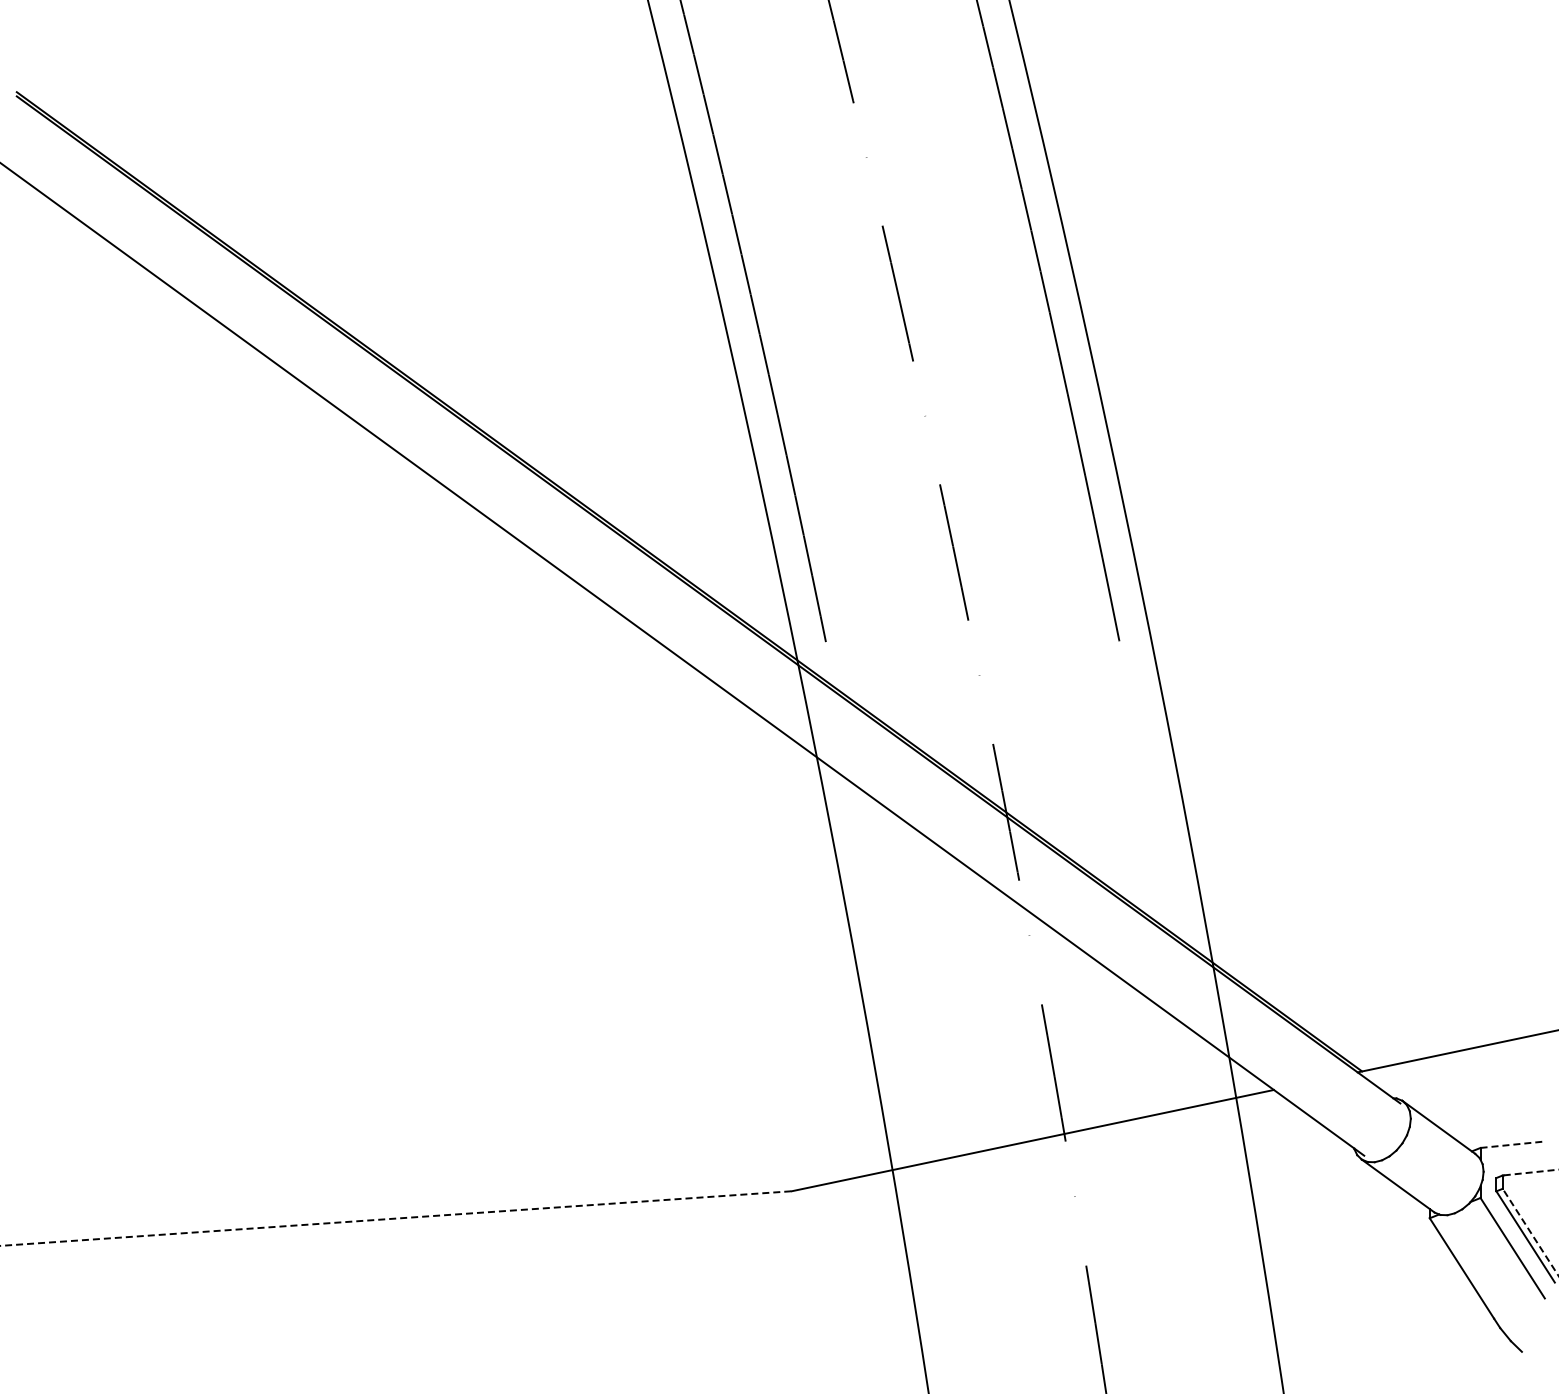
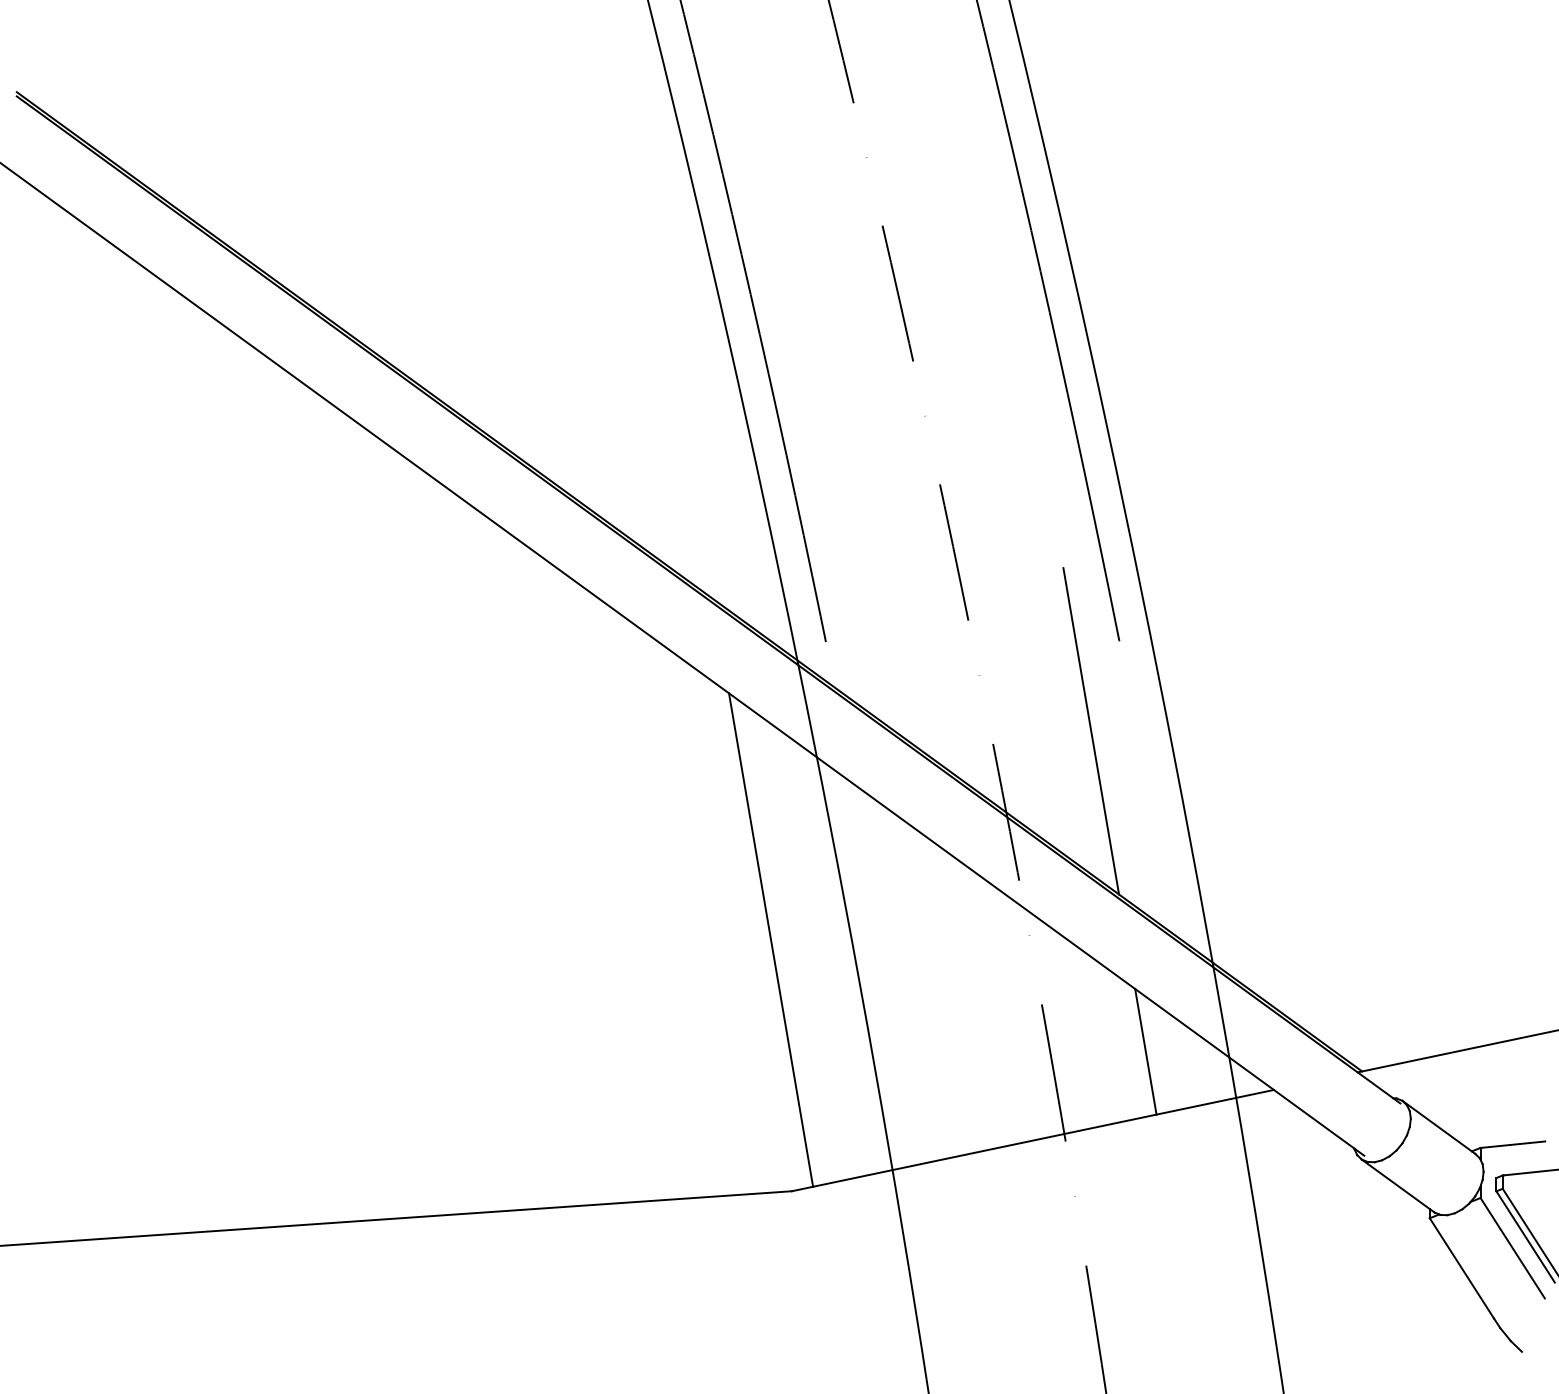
line at (1091, 731): none -> present
line at (771, 939): none -> present
line at (1145, 1051): none -> present
line at (1513, 1144): dashed -> solid
line at (1531, 1172): dashed -> solid
line at (395, 1218): dashed -> solid
line at (1530, 1232): dashed -> solid
